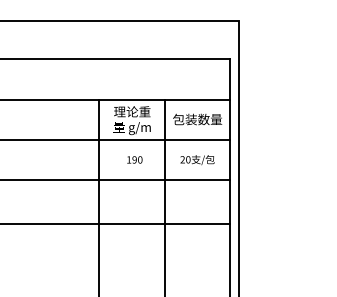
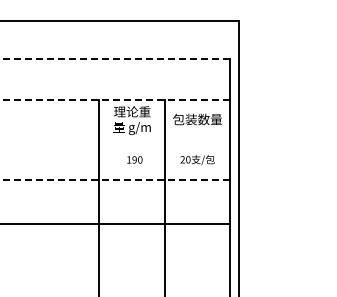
line at (115, 59): solid -> dashed
line at (115, 99): solid -> dashed
line at (116, 139): present -> none
line at (115, 179): solid -> dashed
